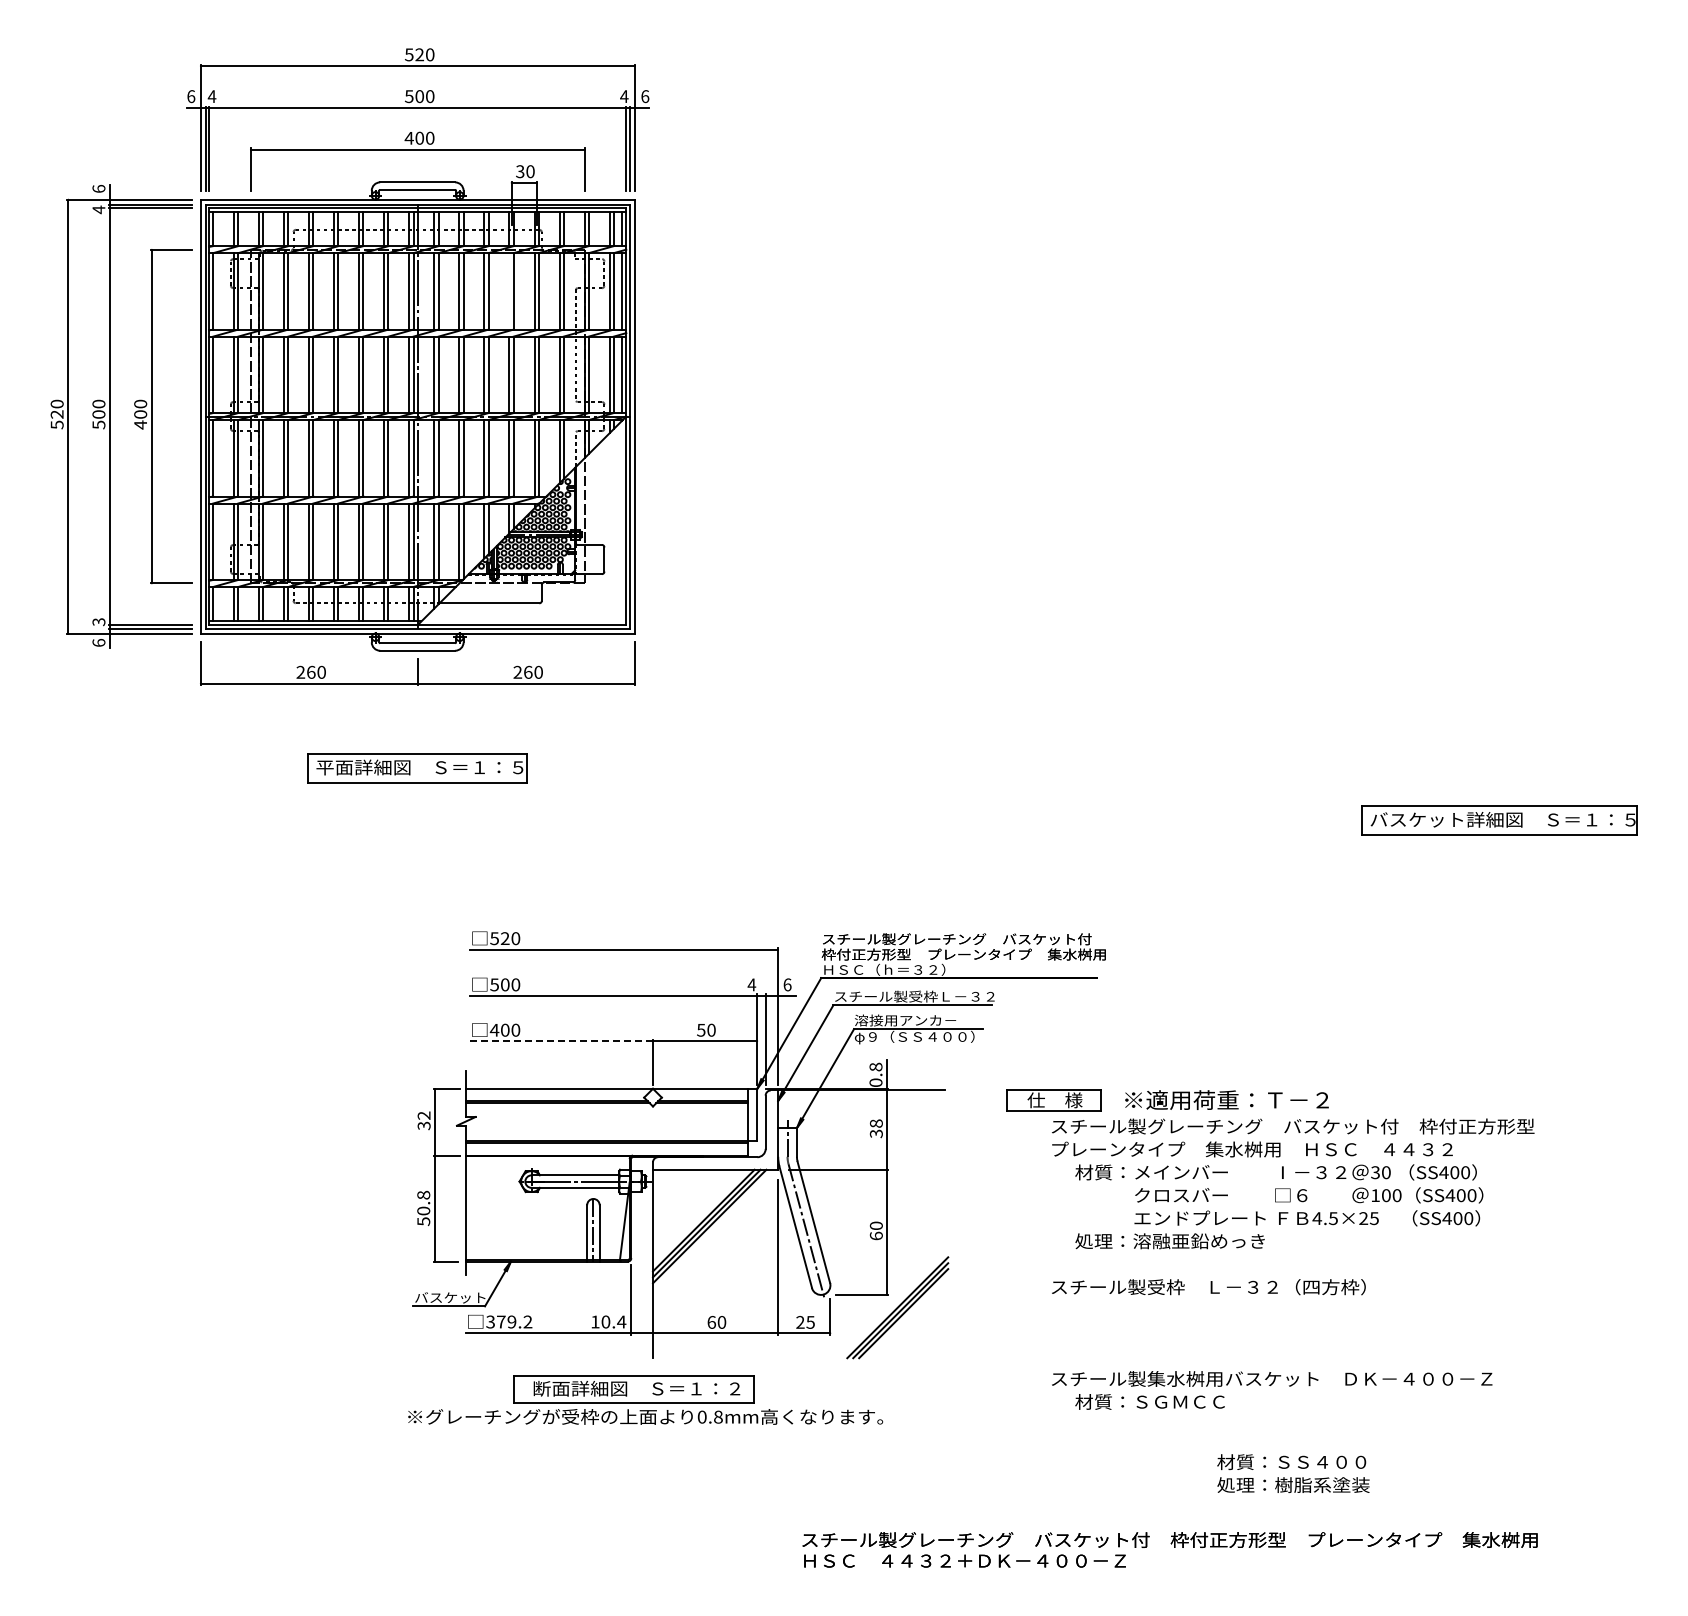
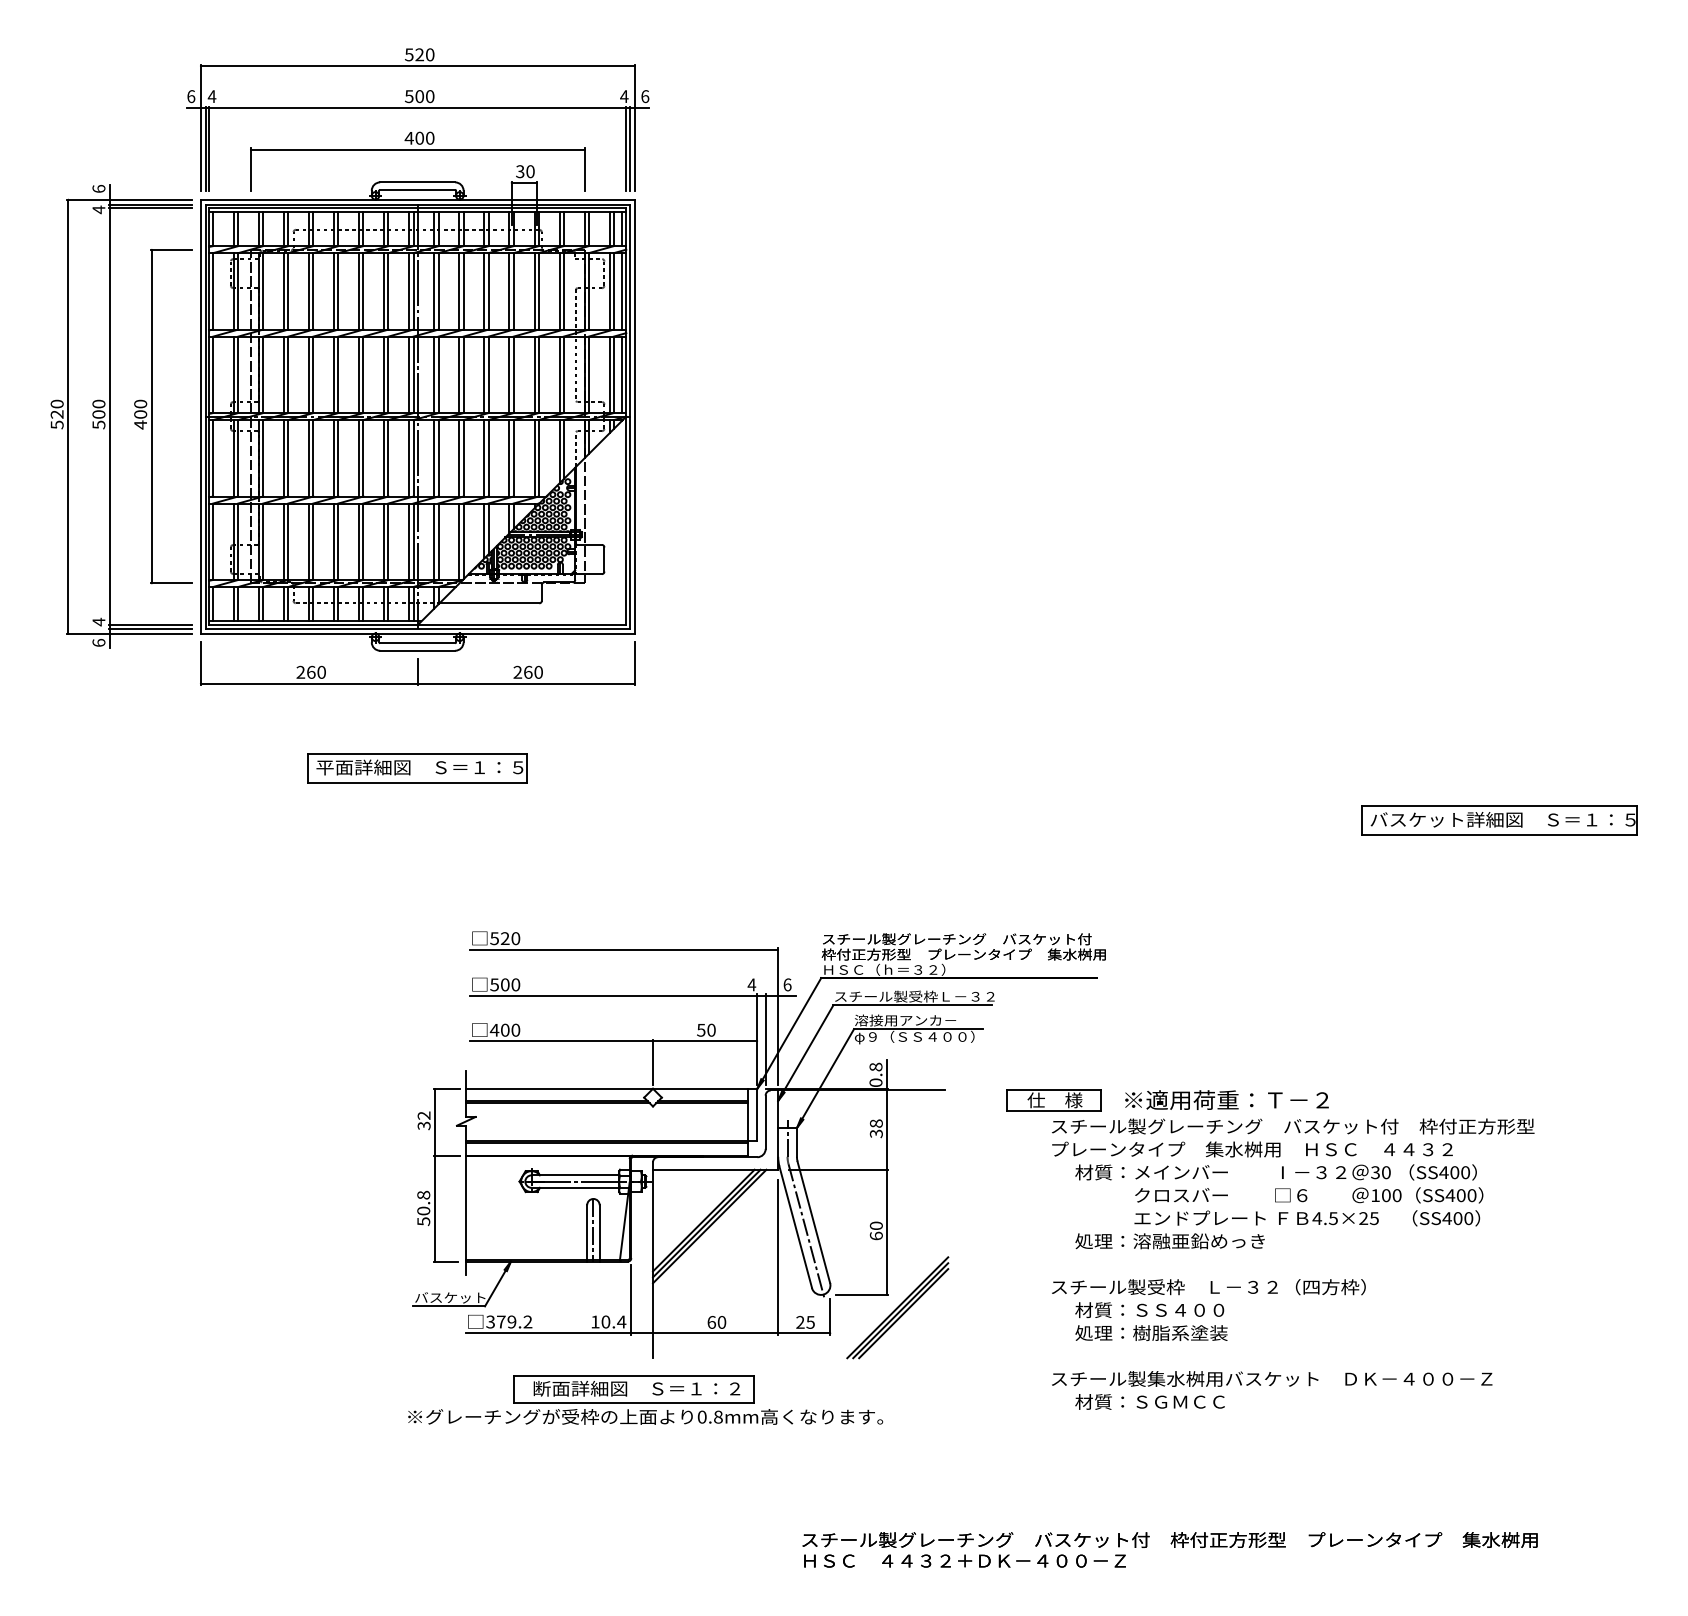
line at (509, 291): none -> present
text at (98, 621): 3 -> 4
line at (562, 1041): dashed -> solid
text at (1293, 1473) position: (1293, 1473) -> (1151, 1321)
